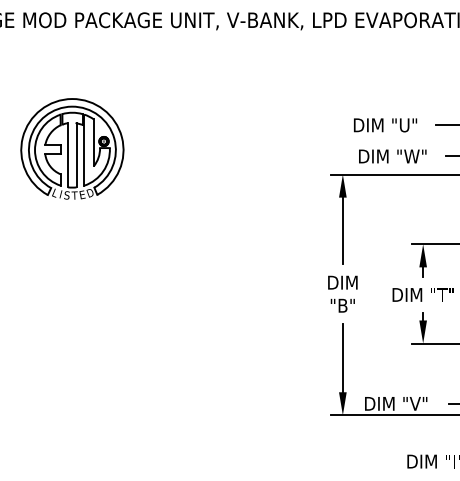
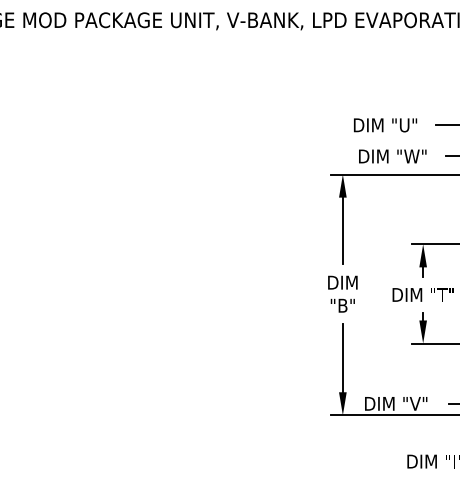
part at (72, 148): present -> none
